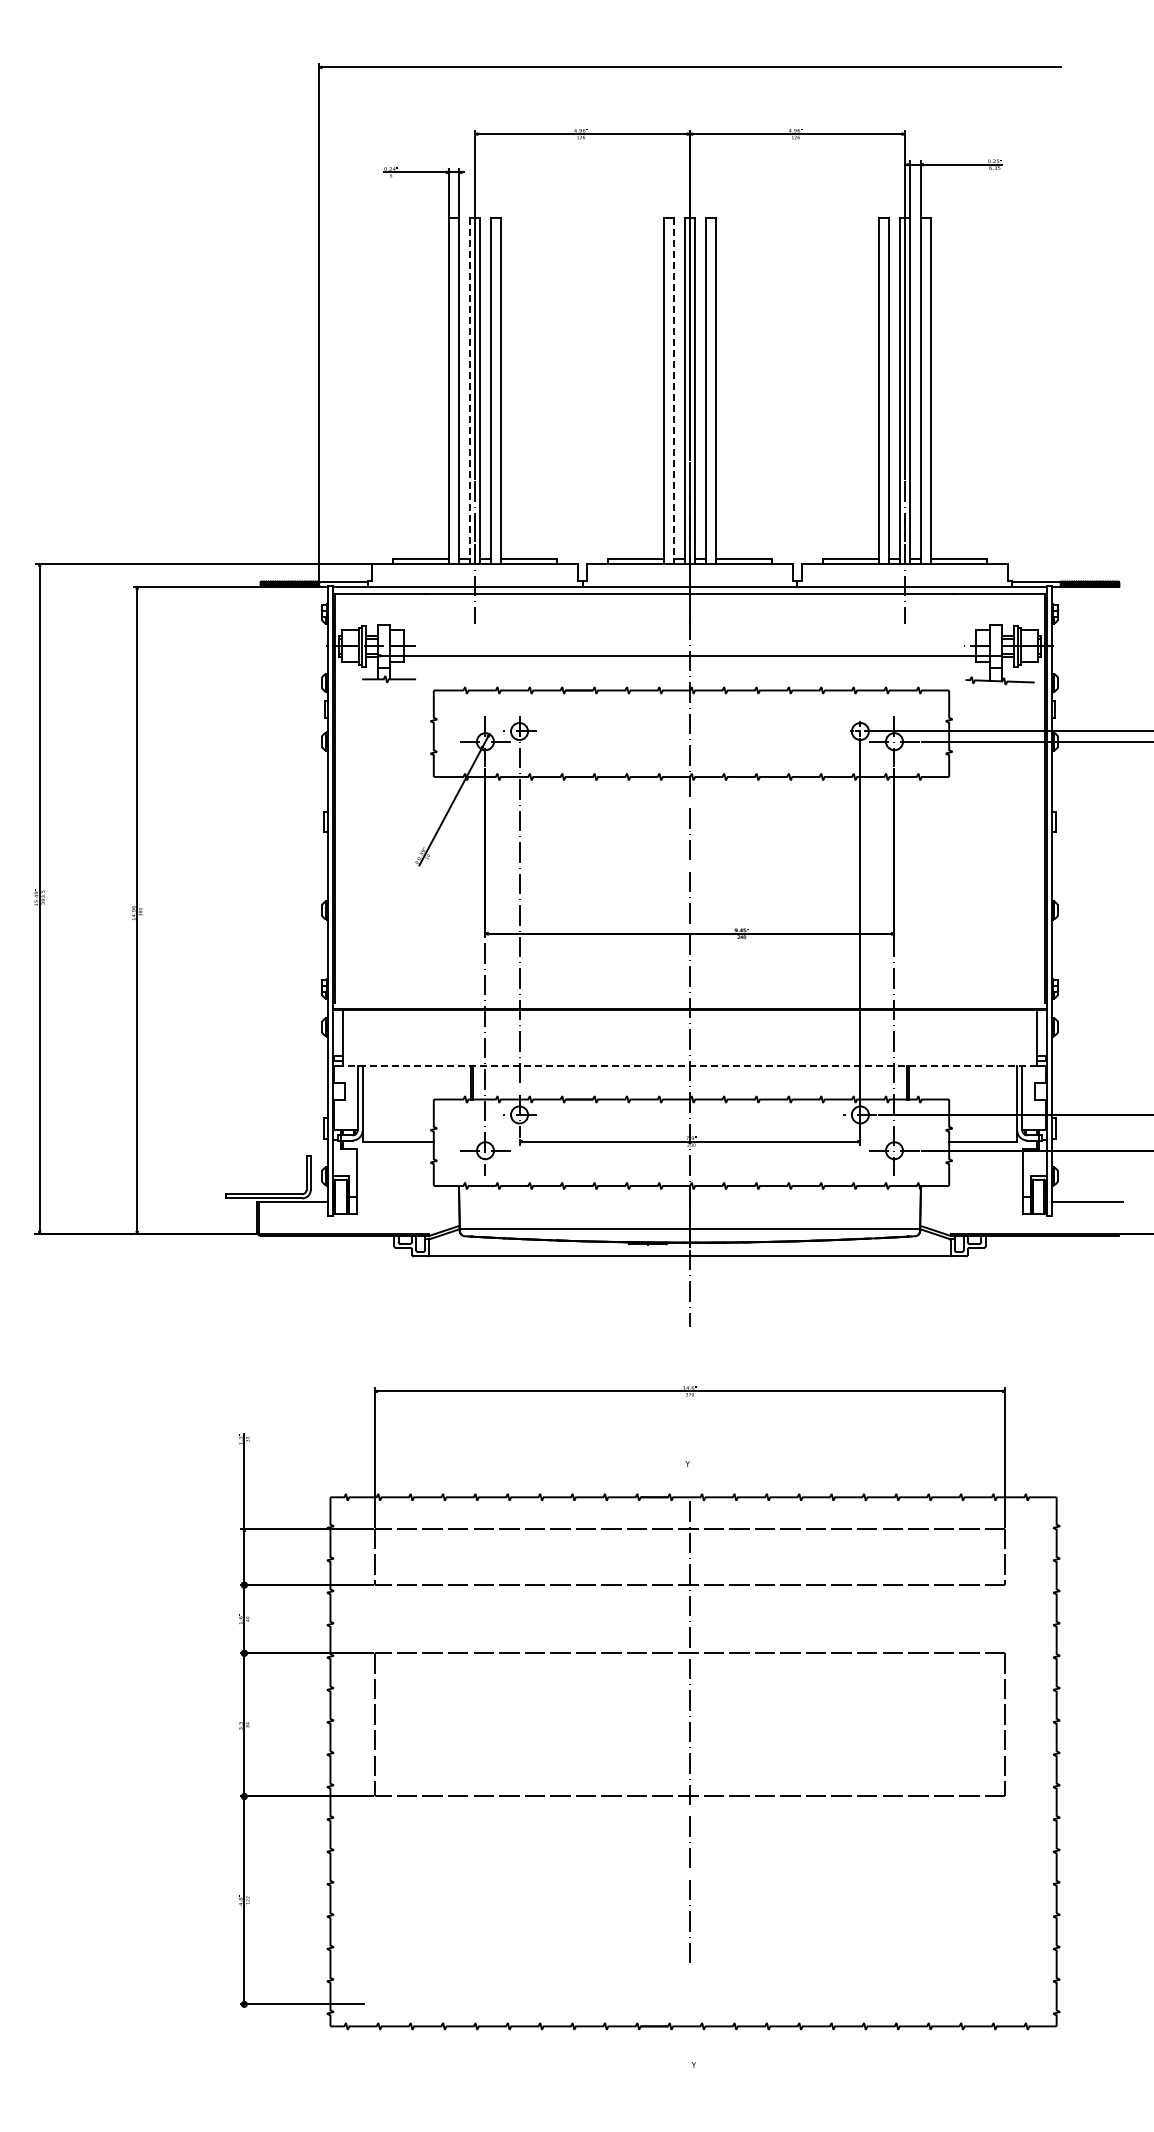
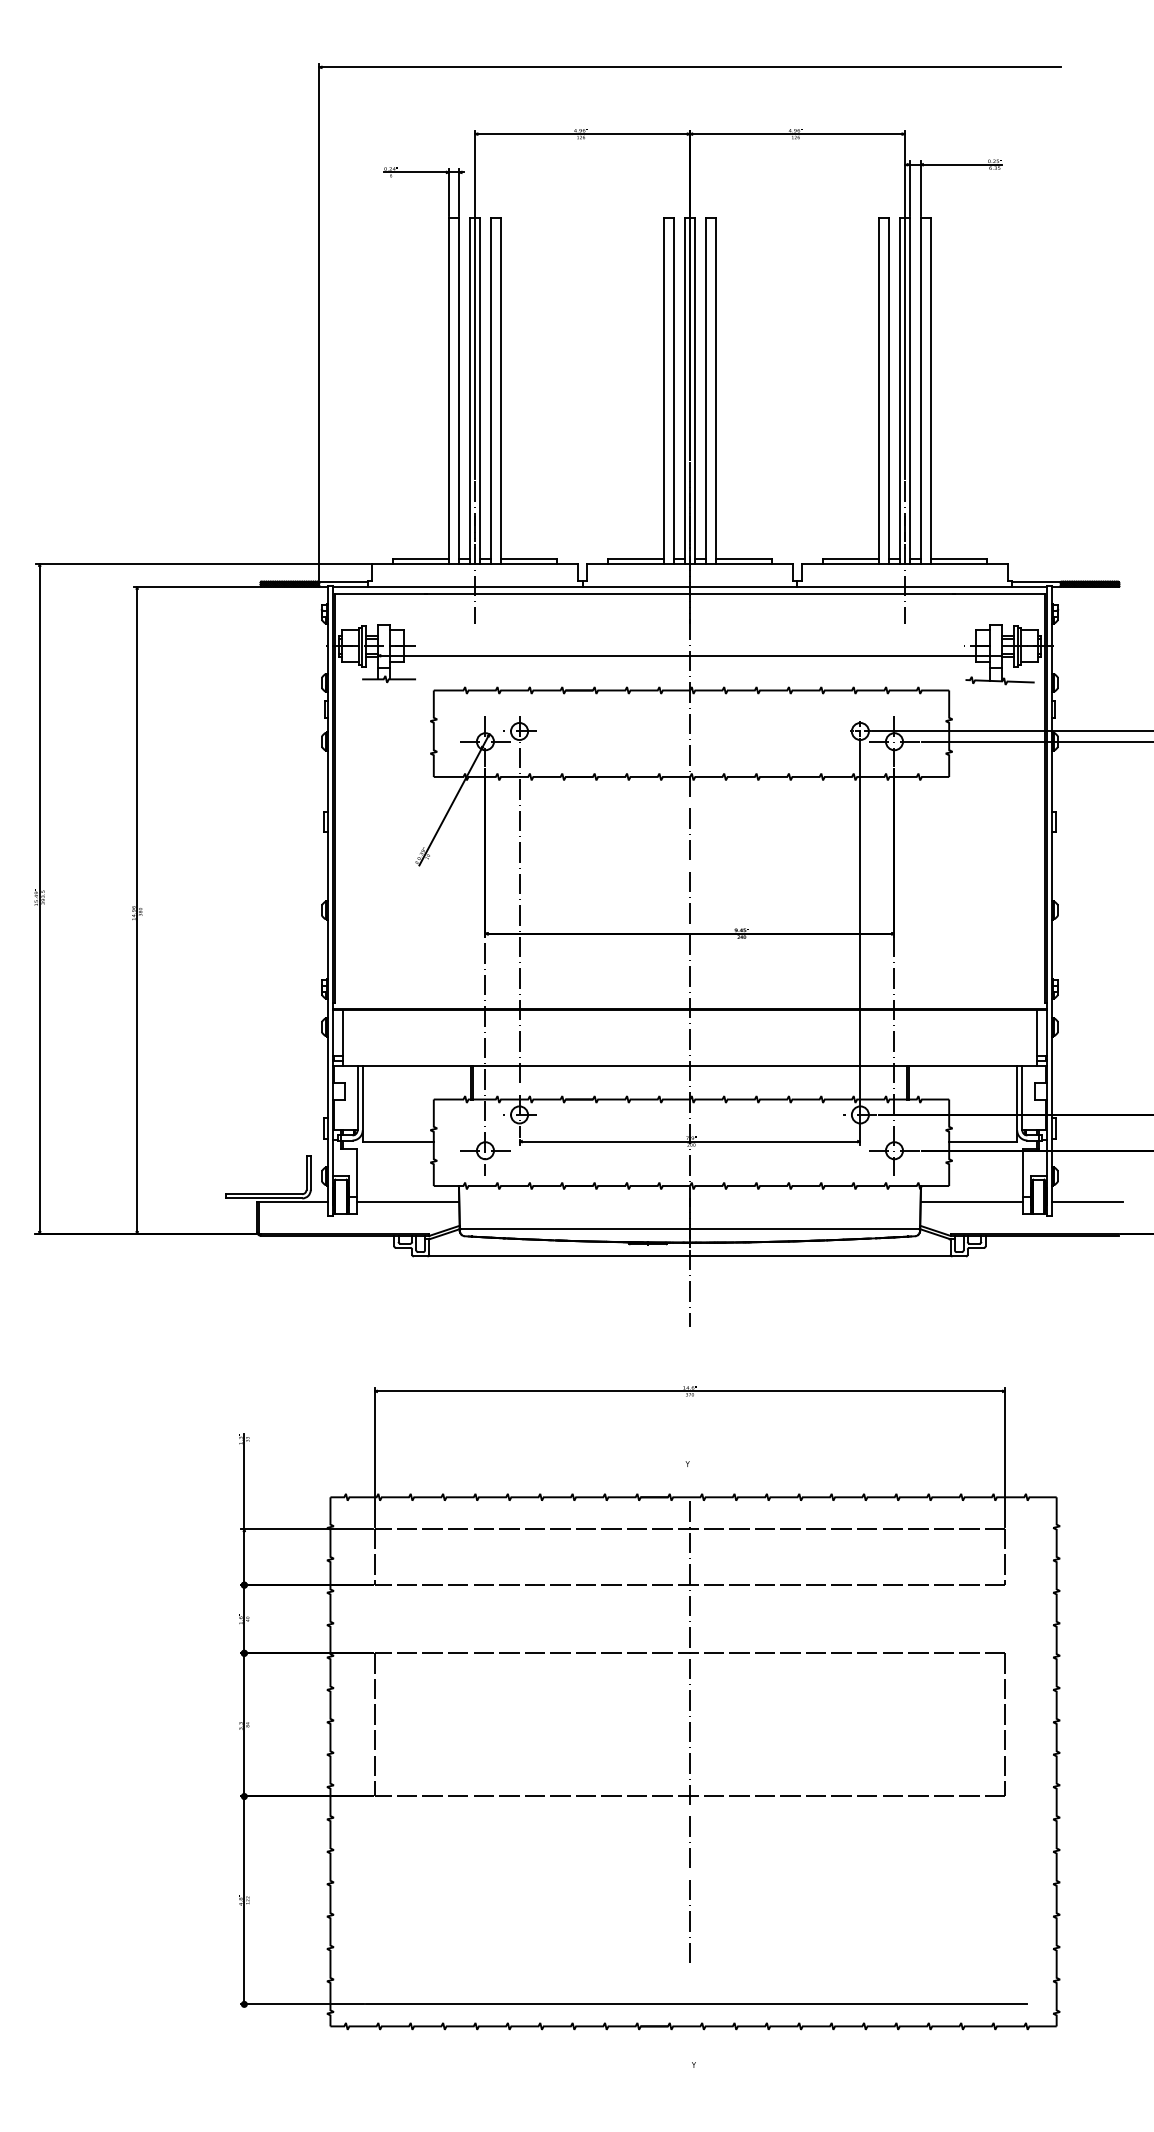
line at (470, 390): dashed -> solid
line at (674, 390): dashed -> solid
line at (689, 1066): dashed -> solid
line at (407, 1201): none -> present
line at (971, 1201): none -> present
line at (696, 2004): none -> present
